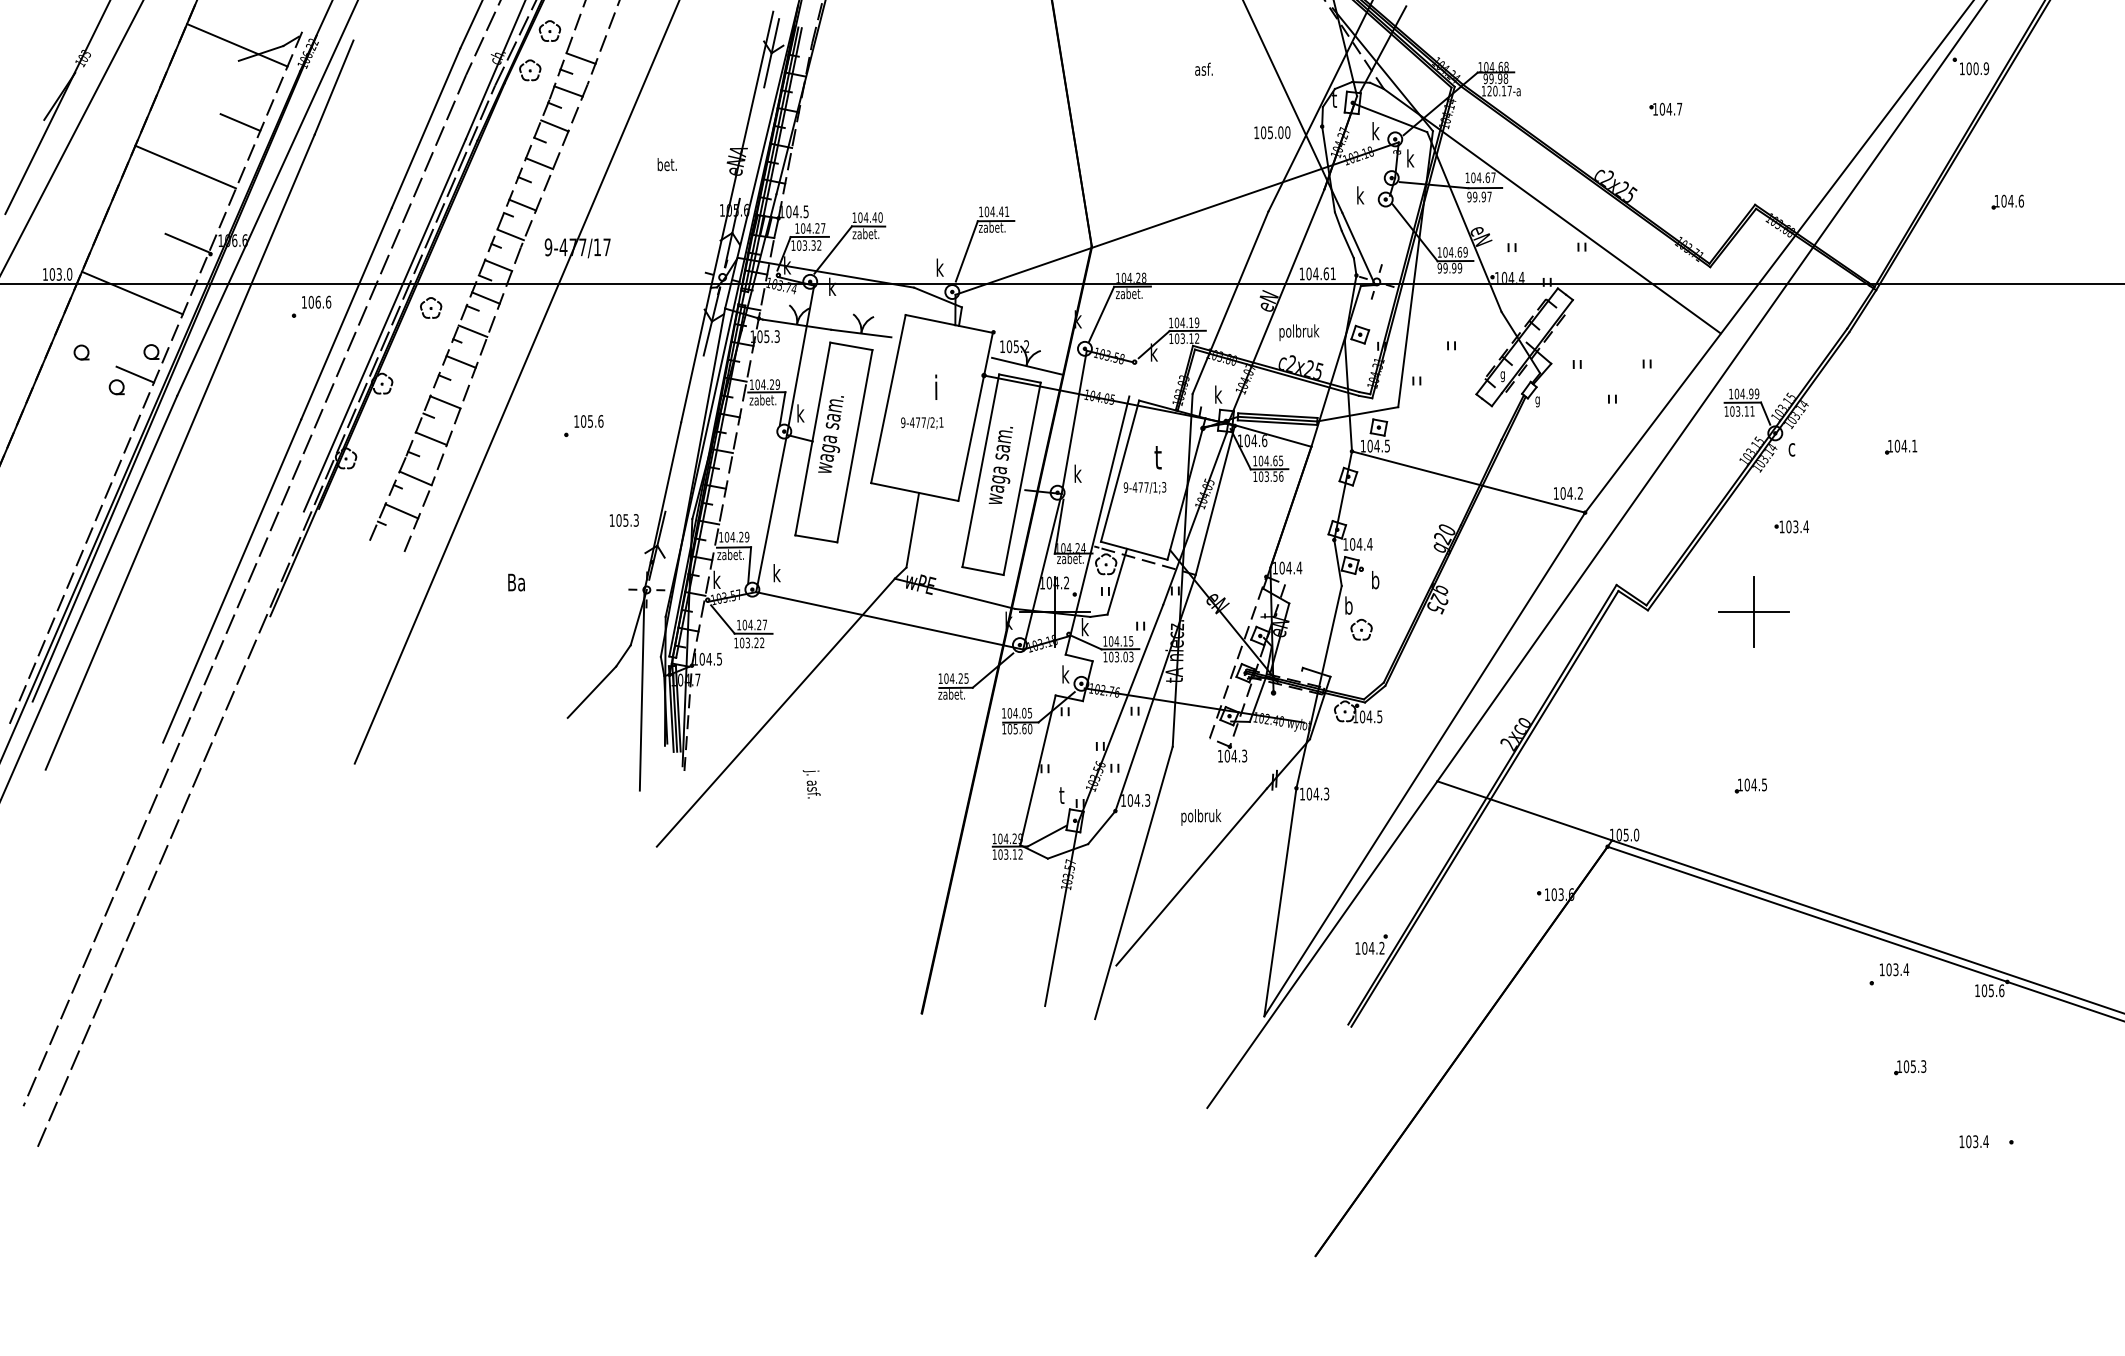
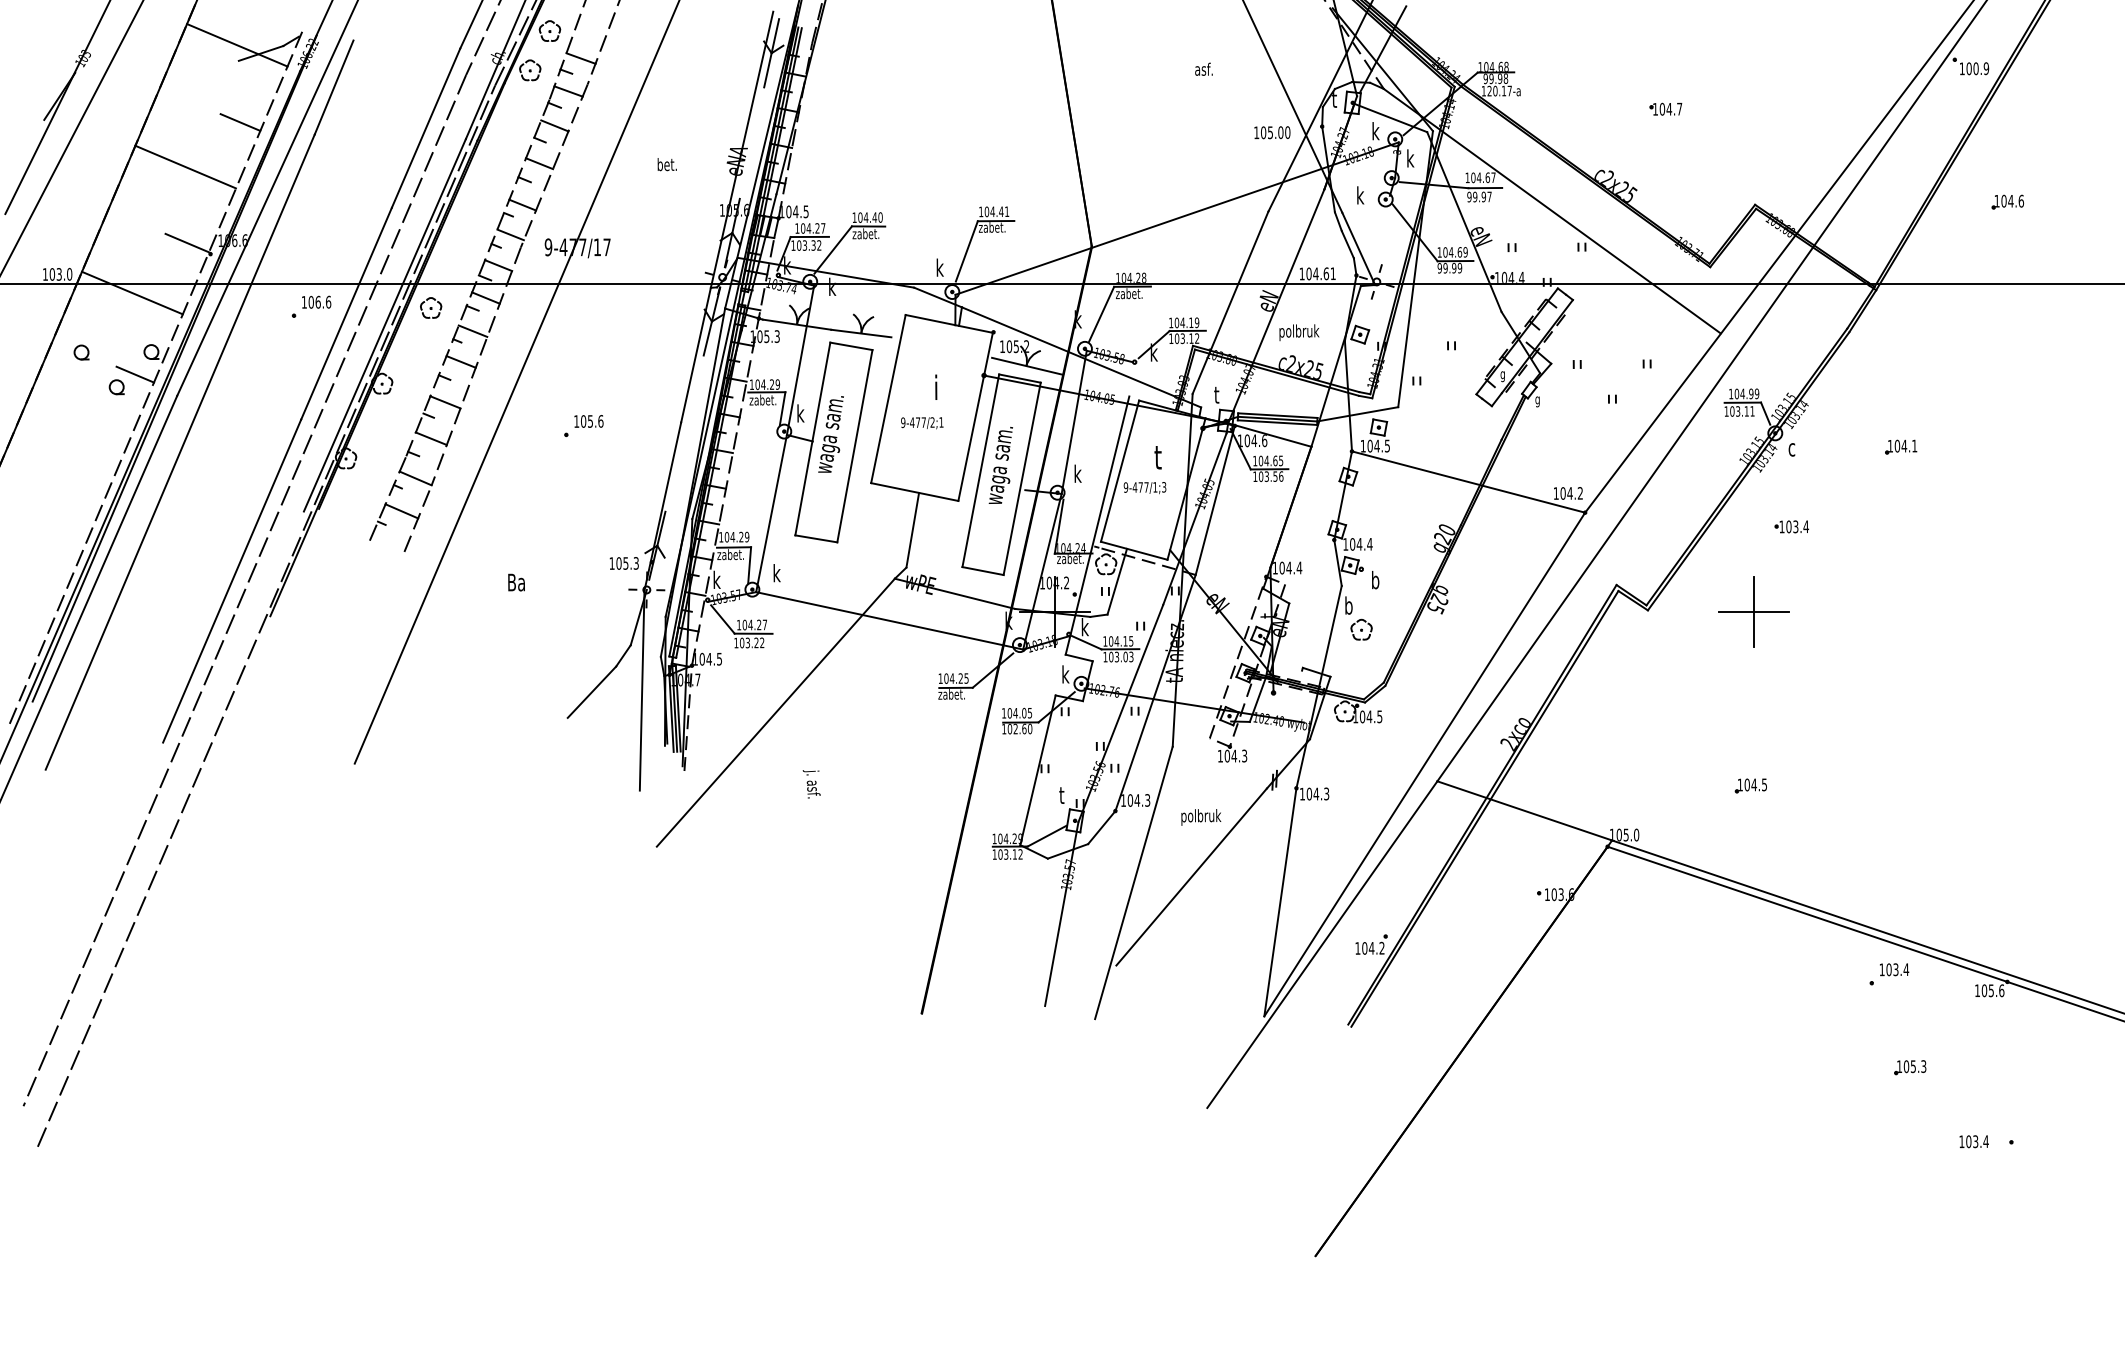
line at (1081, 357): none -> present
text at (1218, 394): k -> t
text at (623, 520) position: (623, 520) -> (623, 563)
text at (1015, 729): 105.60 -> 102.60
